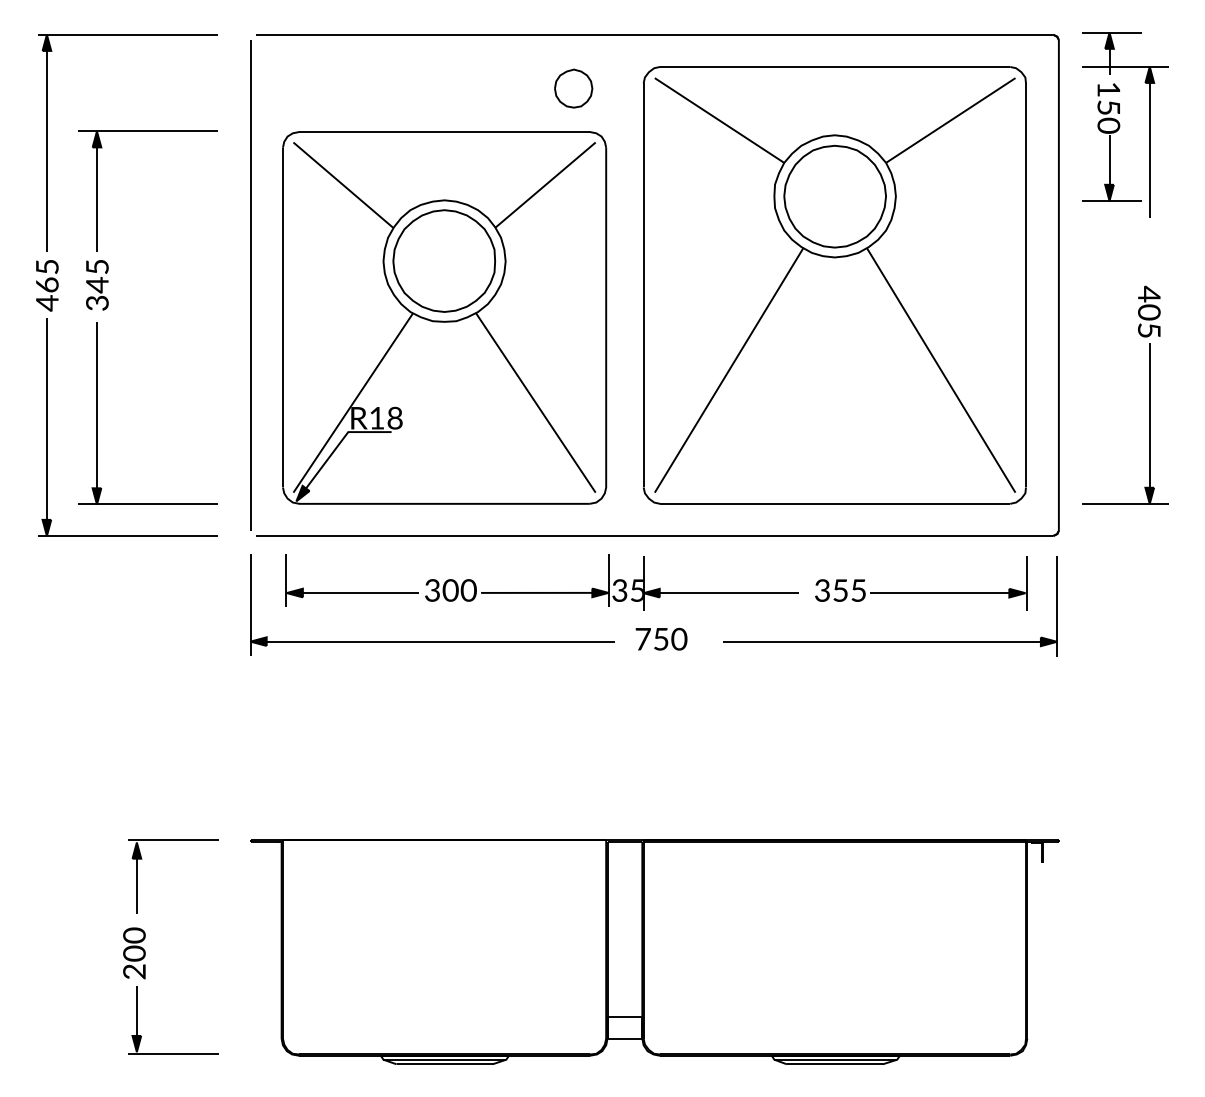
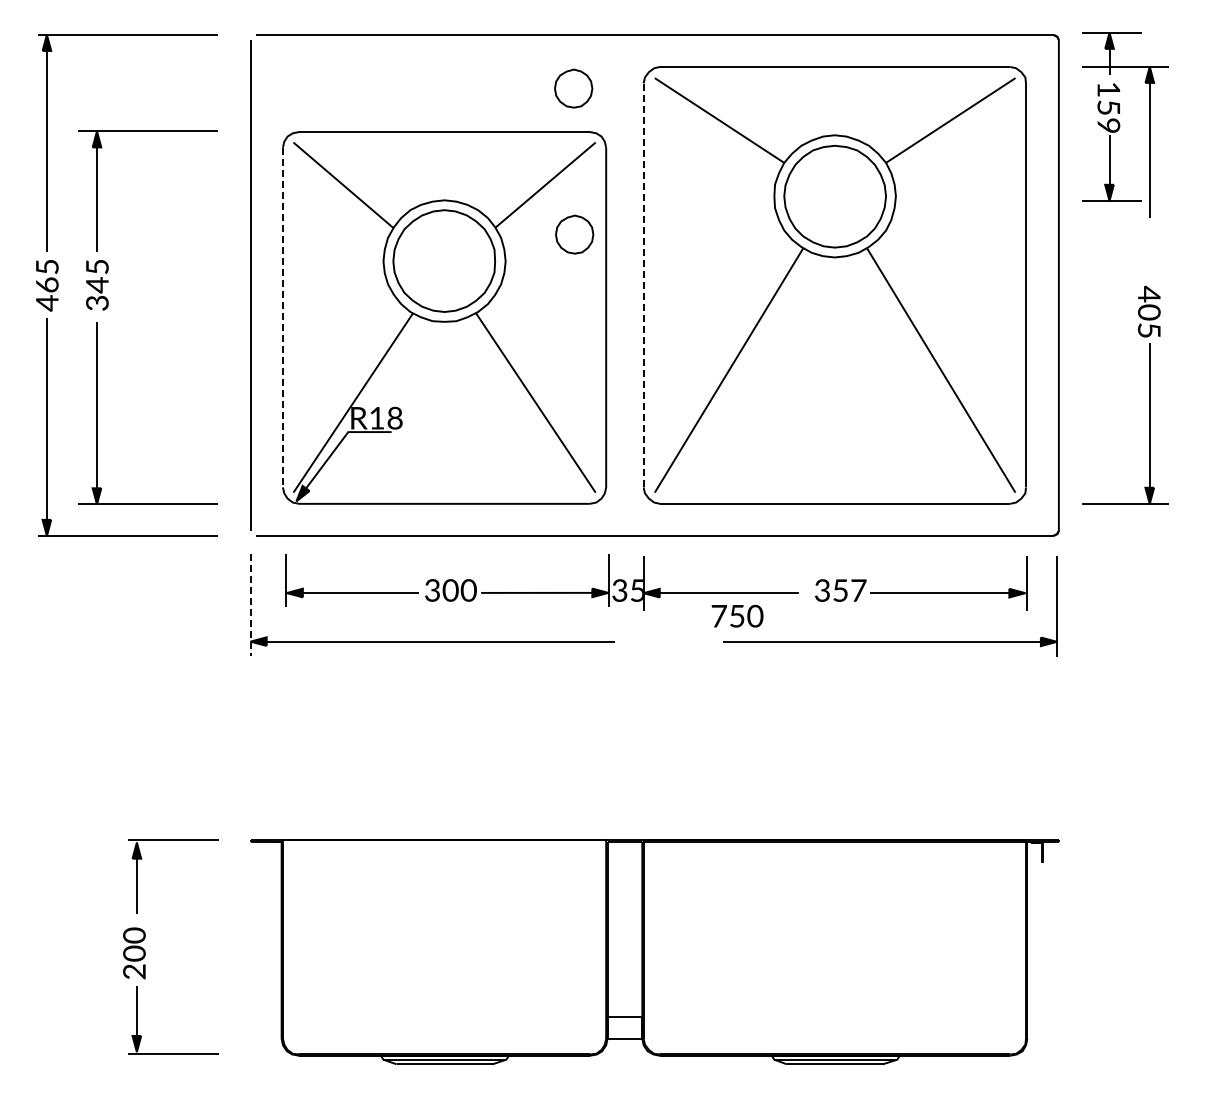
text at (1107, 125): 150 -> 159
part at (574, 234): none -> present
line at (643, 284): solid -> dashed
line at (282, 317): solid -> dashed
text at (858, 590): 355 -> 357
line at (250, 605): solid -> dashed
text at (661, 638) position: (661, 638) -> (737, 615)
